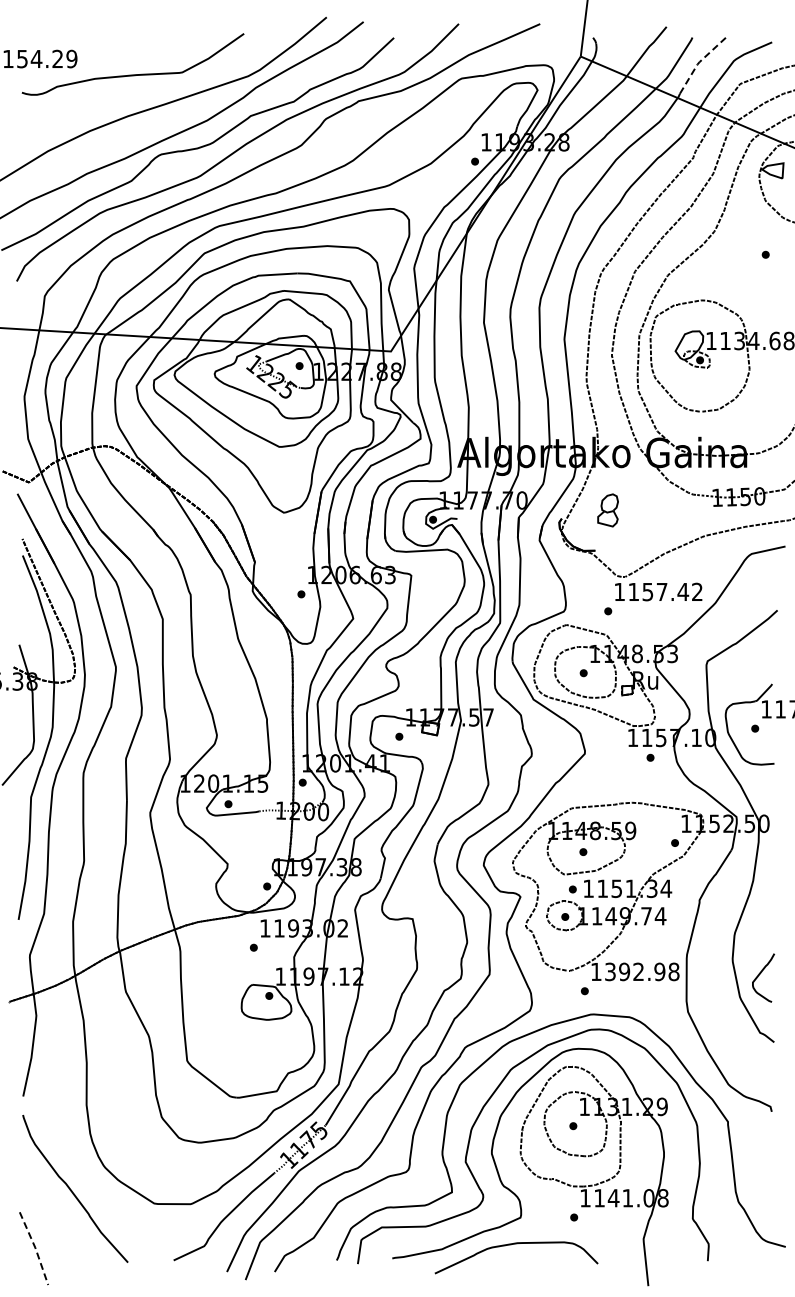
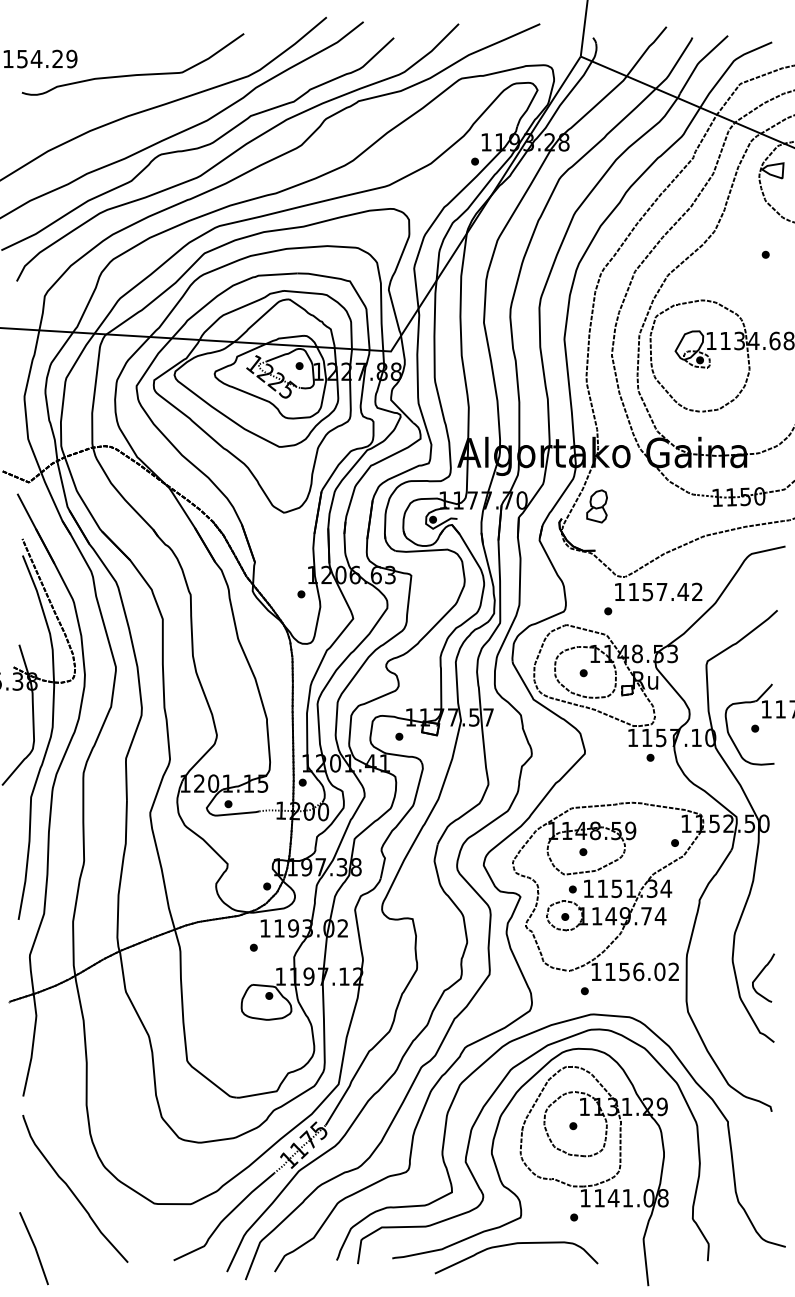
line at (699, 62): dashed -> solid
part at (607, 510) position: (607, 510) -> (596, 506)
text at (642, 971): 1392.98 -> 1156.02
line at (35, 1247): dashed -> solid
